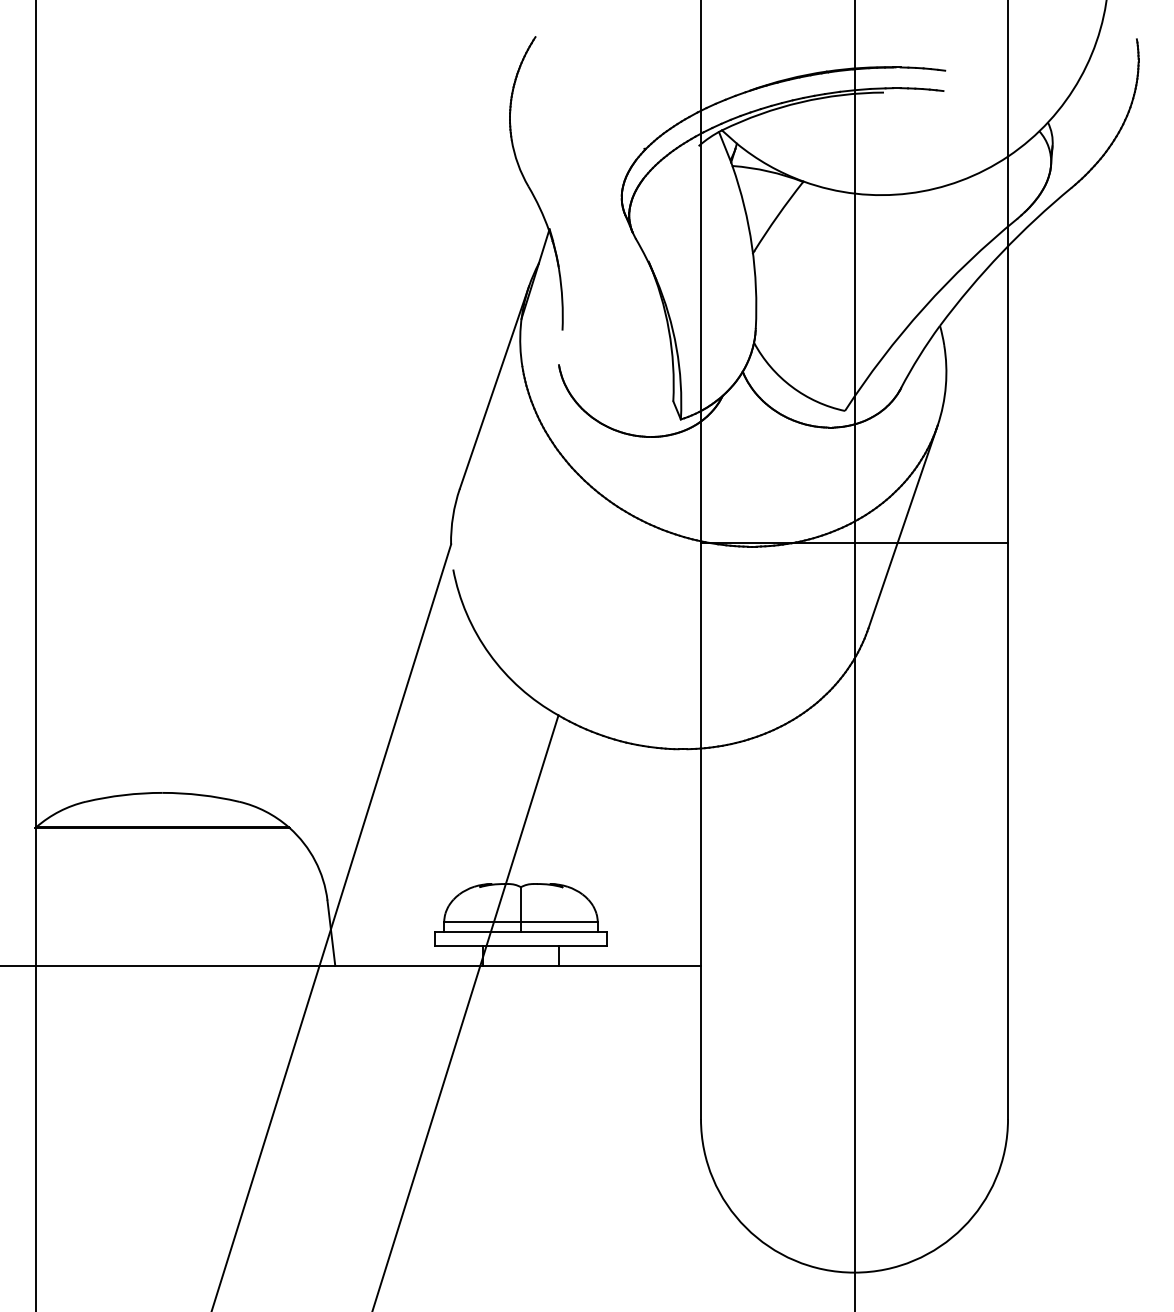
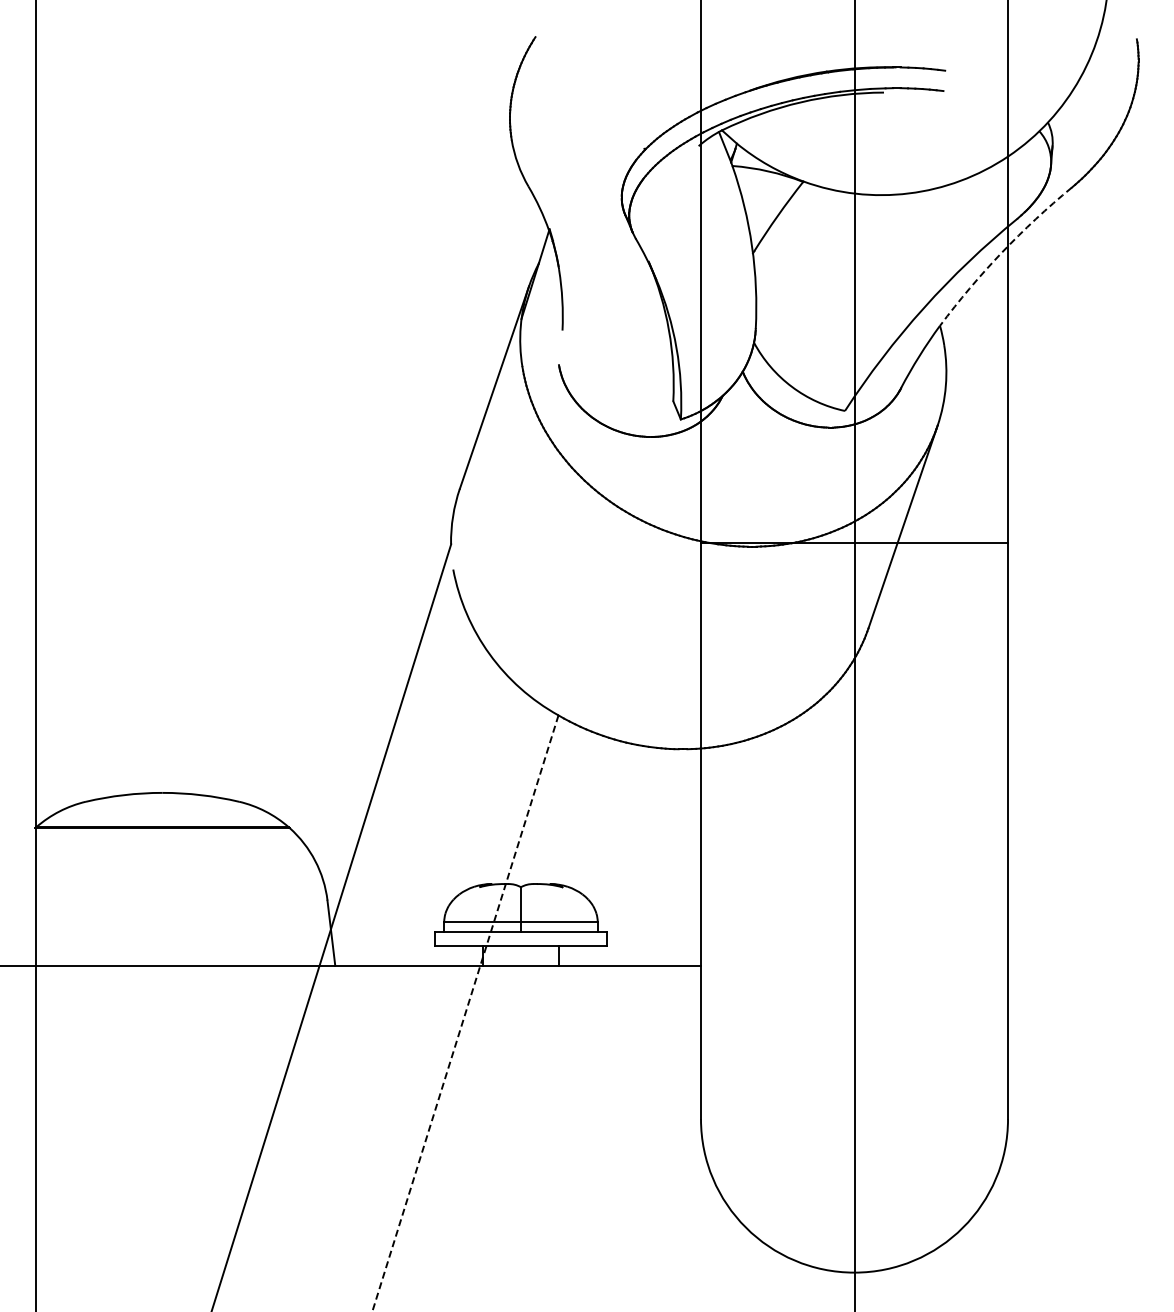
arc at (1001, 252): solid -> dashed
line at (465, 1014): solid -> dashed
